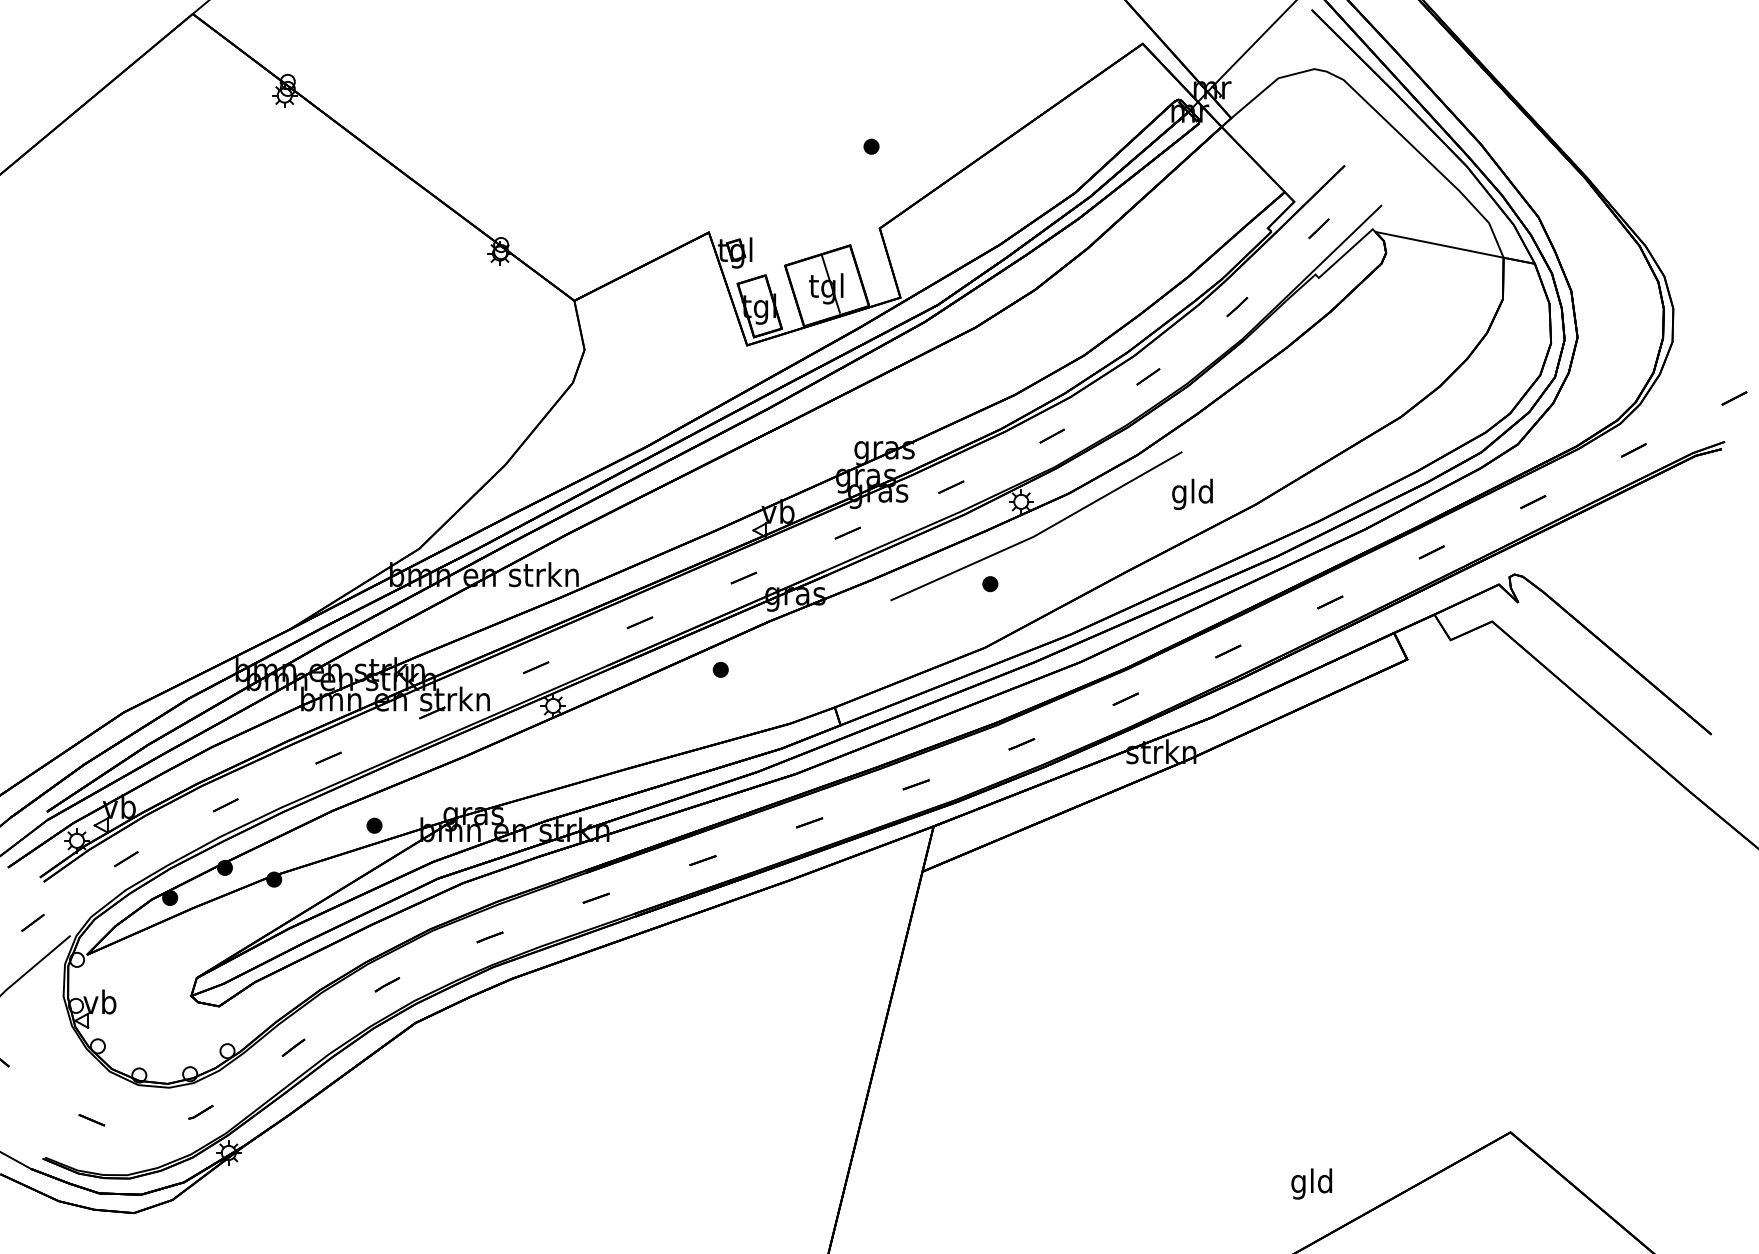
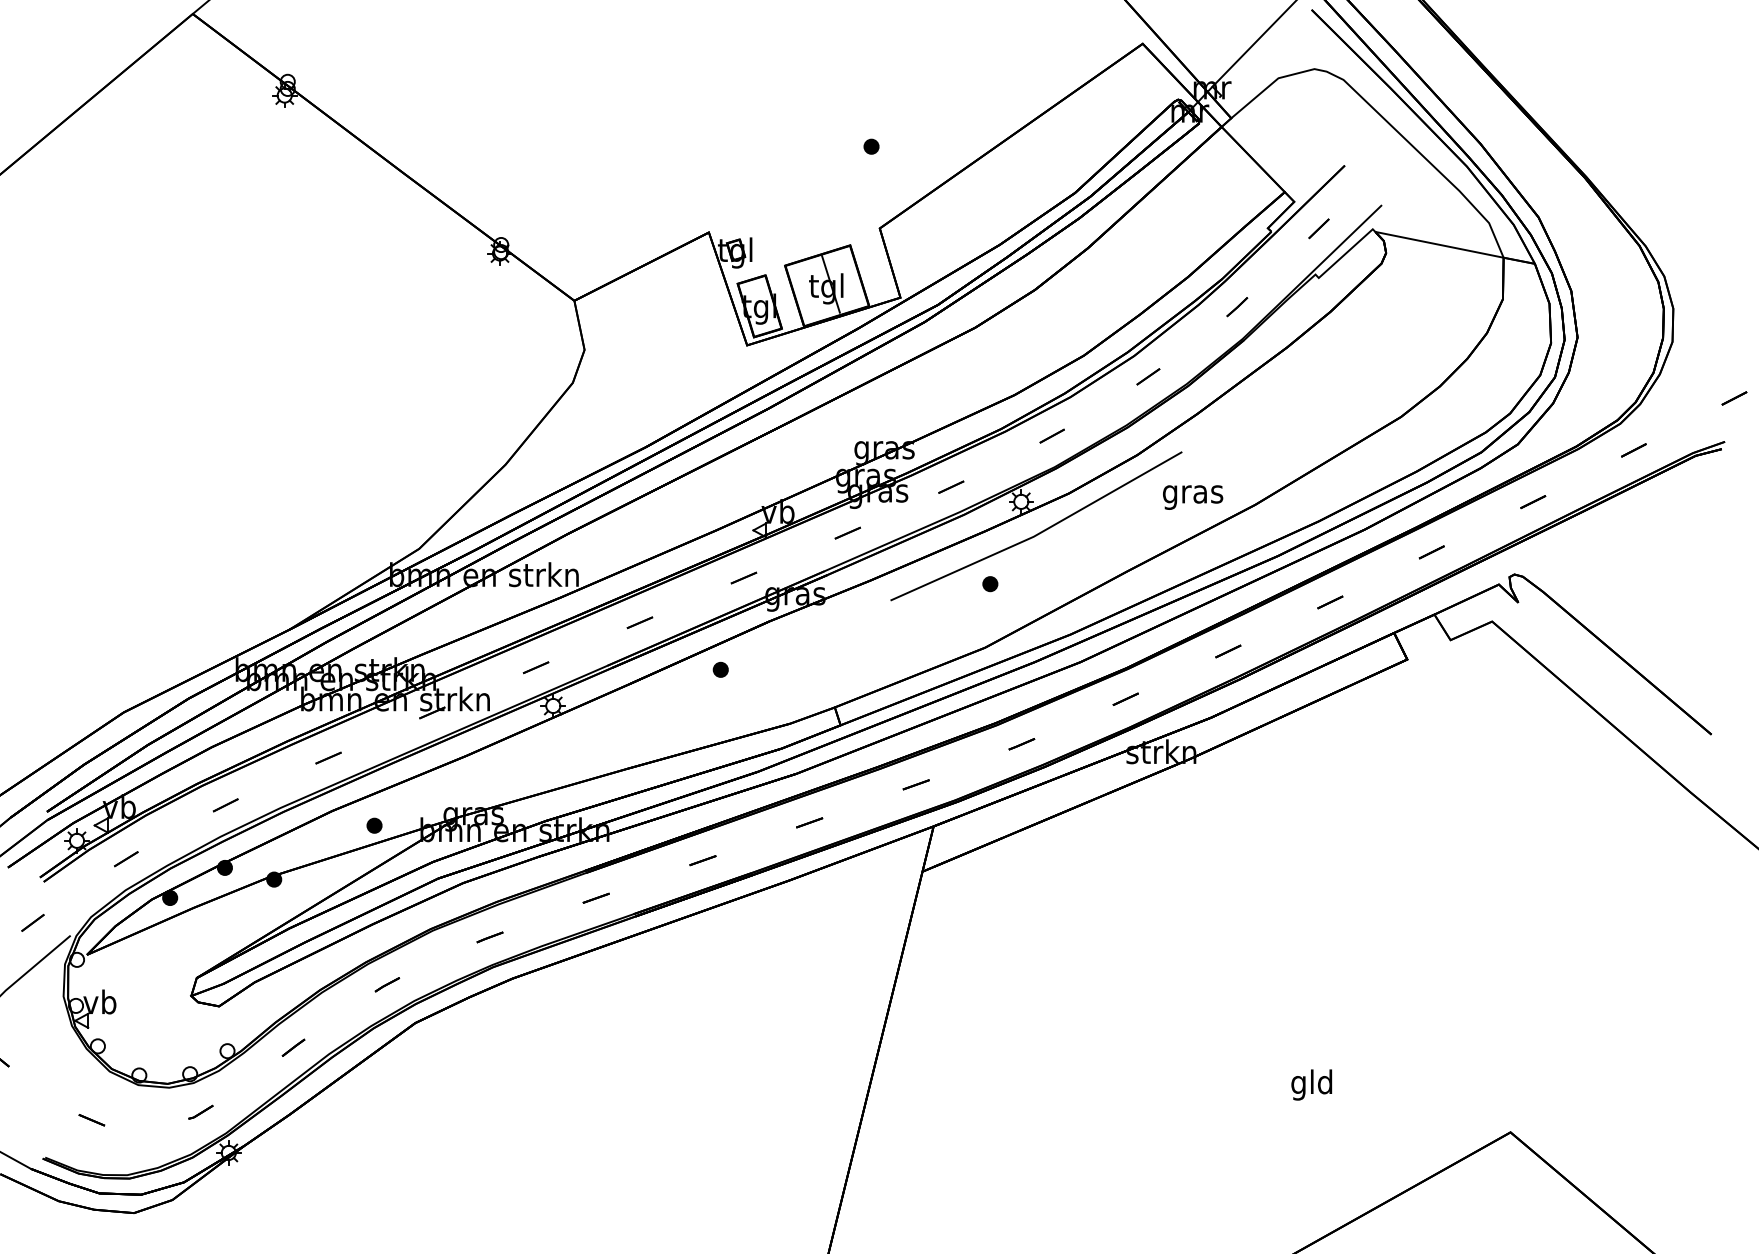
text at (1193, 493): gld -> gras
text at (1311, 1183) position: (1311, 1183) -> (1311, 1084)
